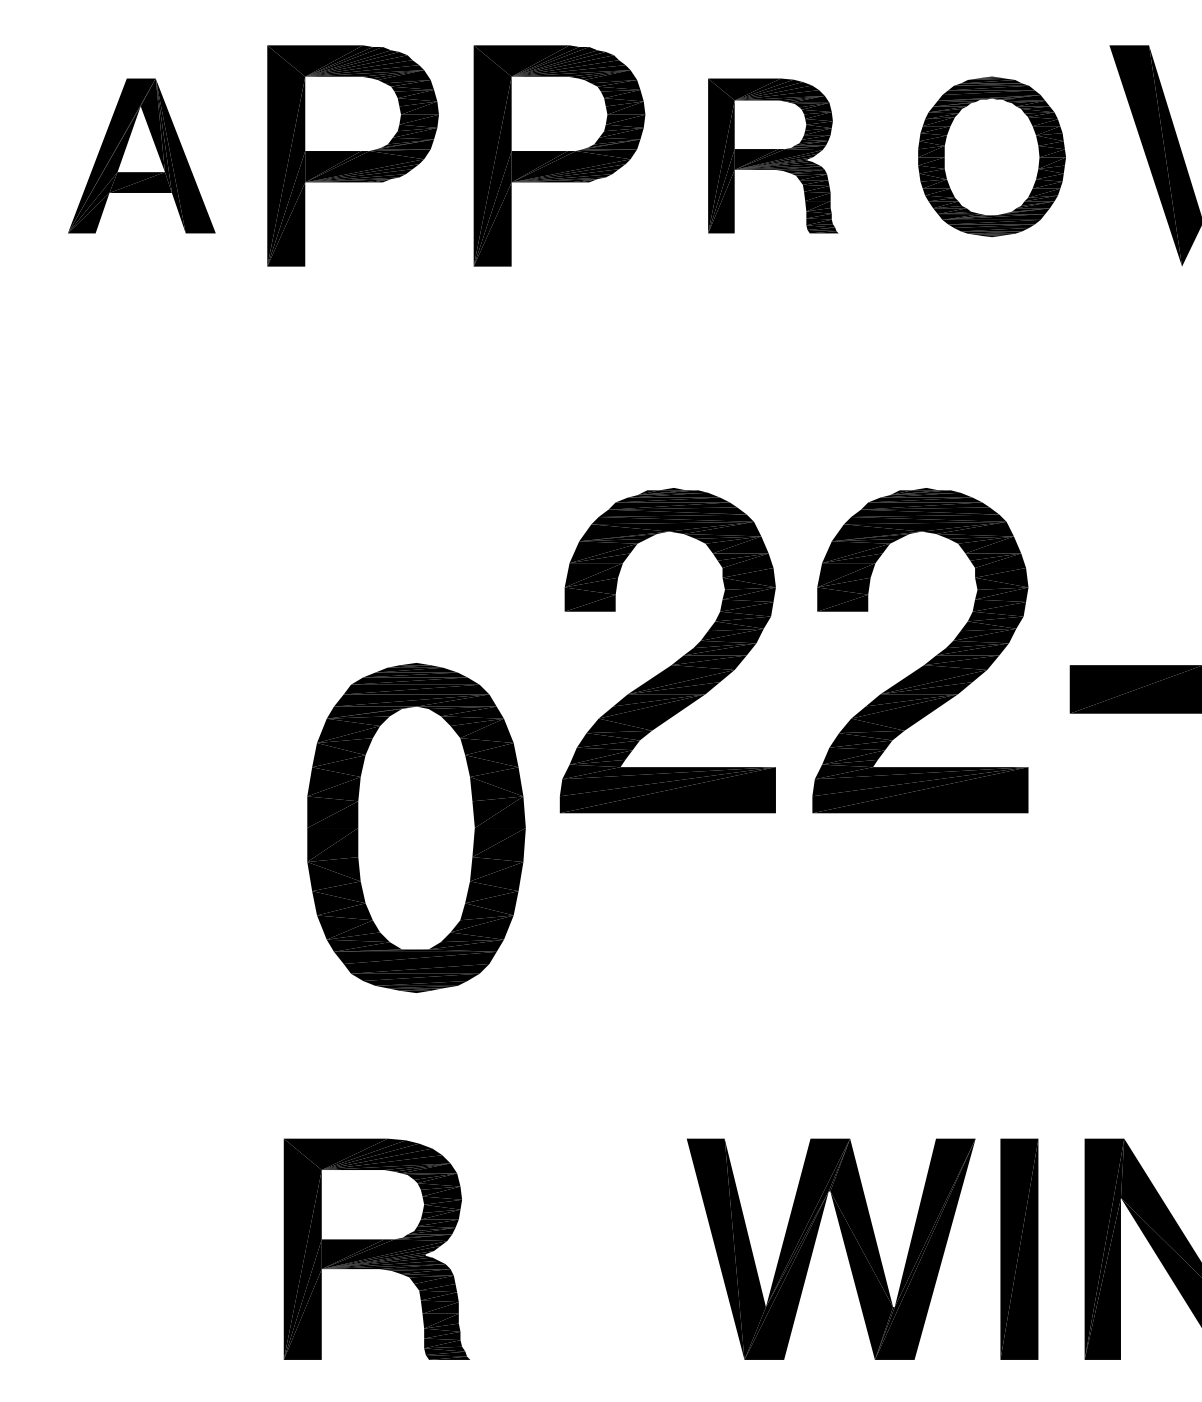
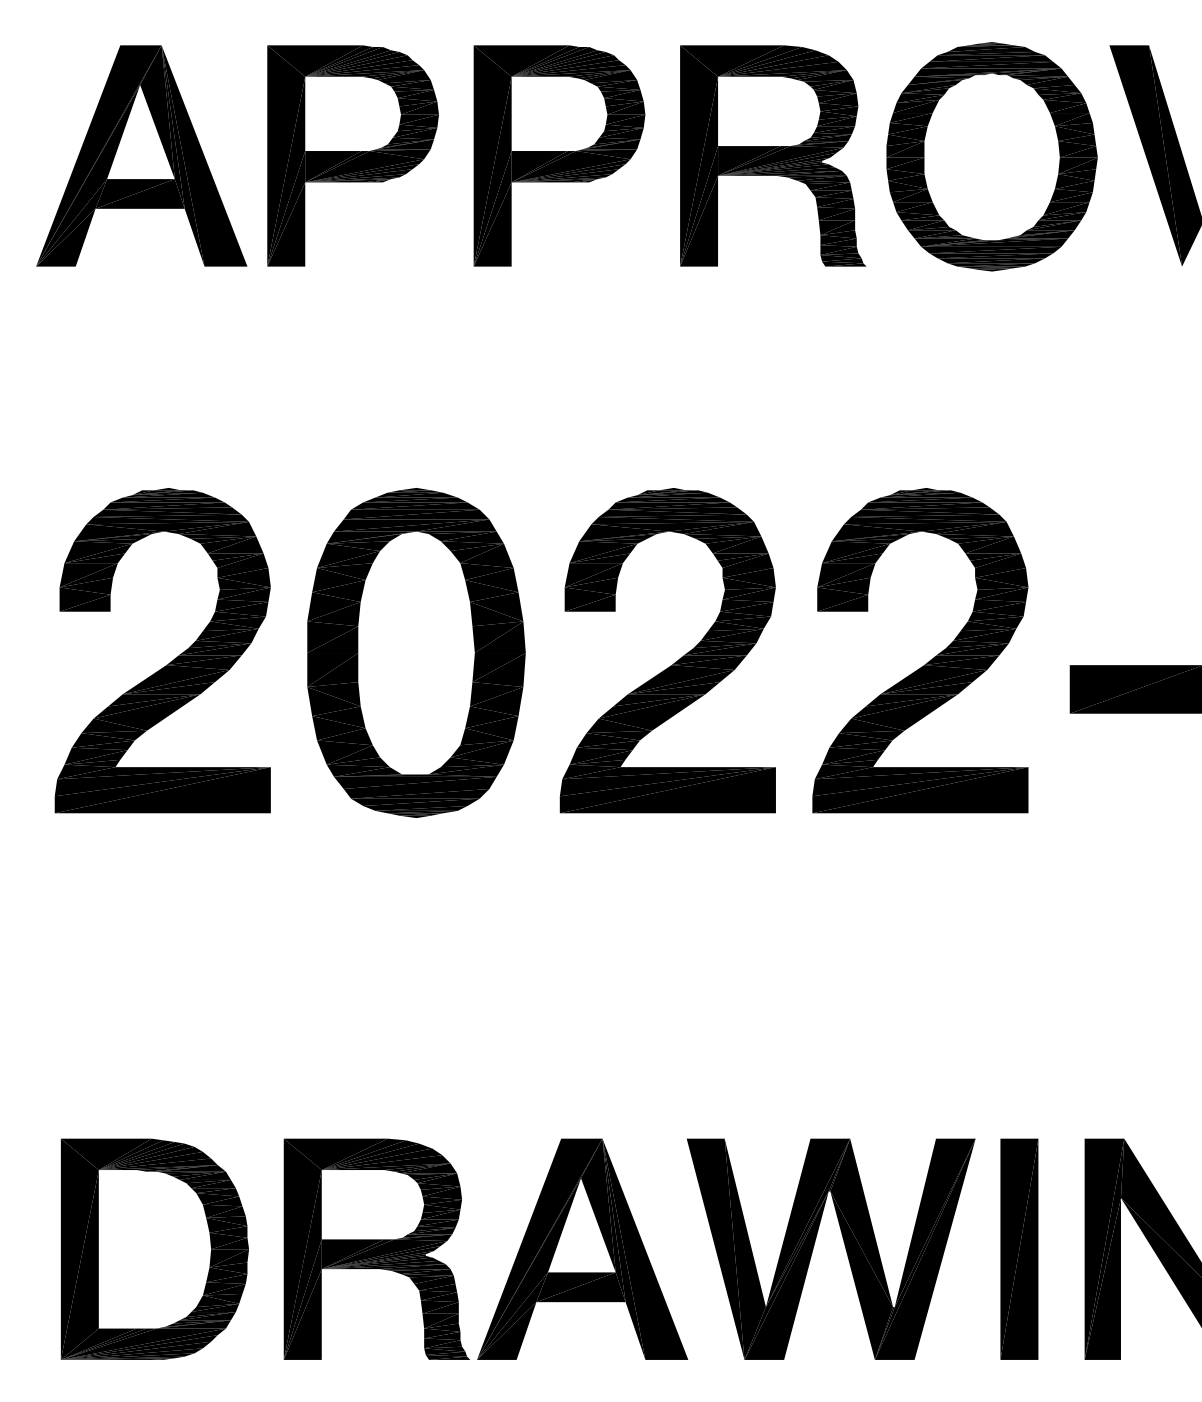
part at (141, 155) size: 148x156 px -> 212x222 px
part at (773, 155) size: 131x156 px -> 187x222 px
part at (991, 156) size: 148x162 px -> 212x230 px
part at (170, 661): none -> present
part at (416, 827) position: (416, 827) -> (416, 652)
part at (154, 1248): none -> present
part at (582, 1248): none -> present
